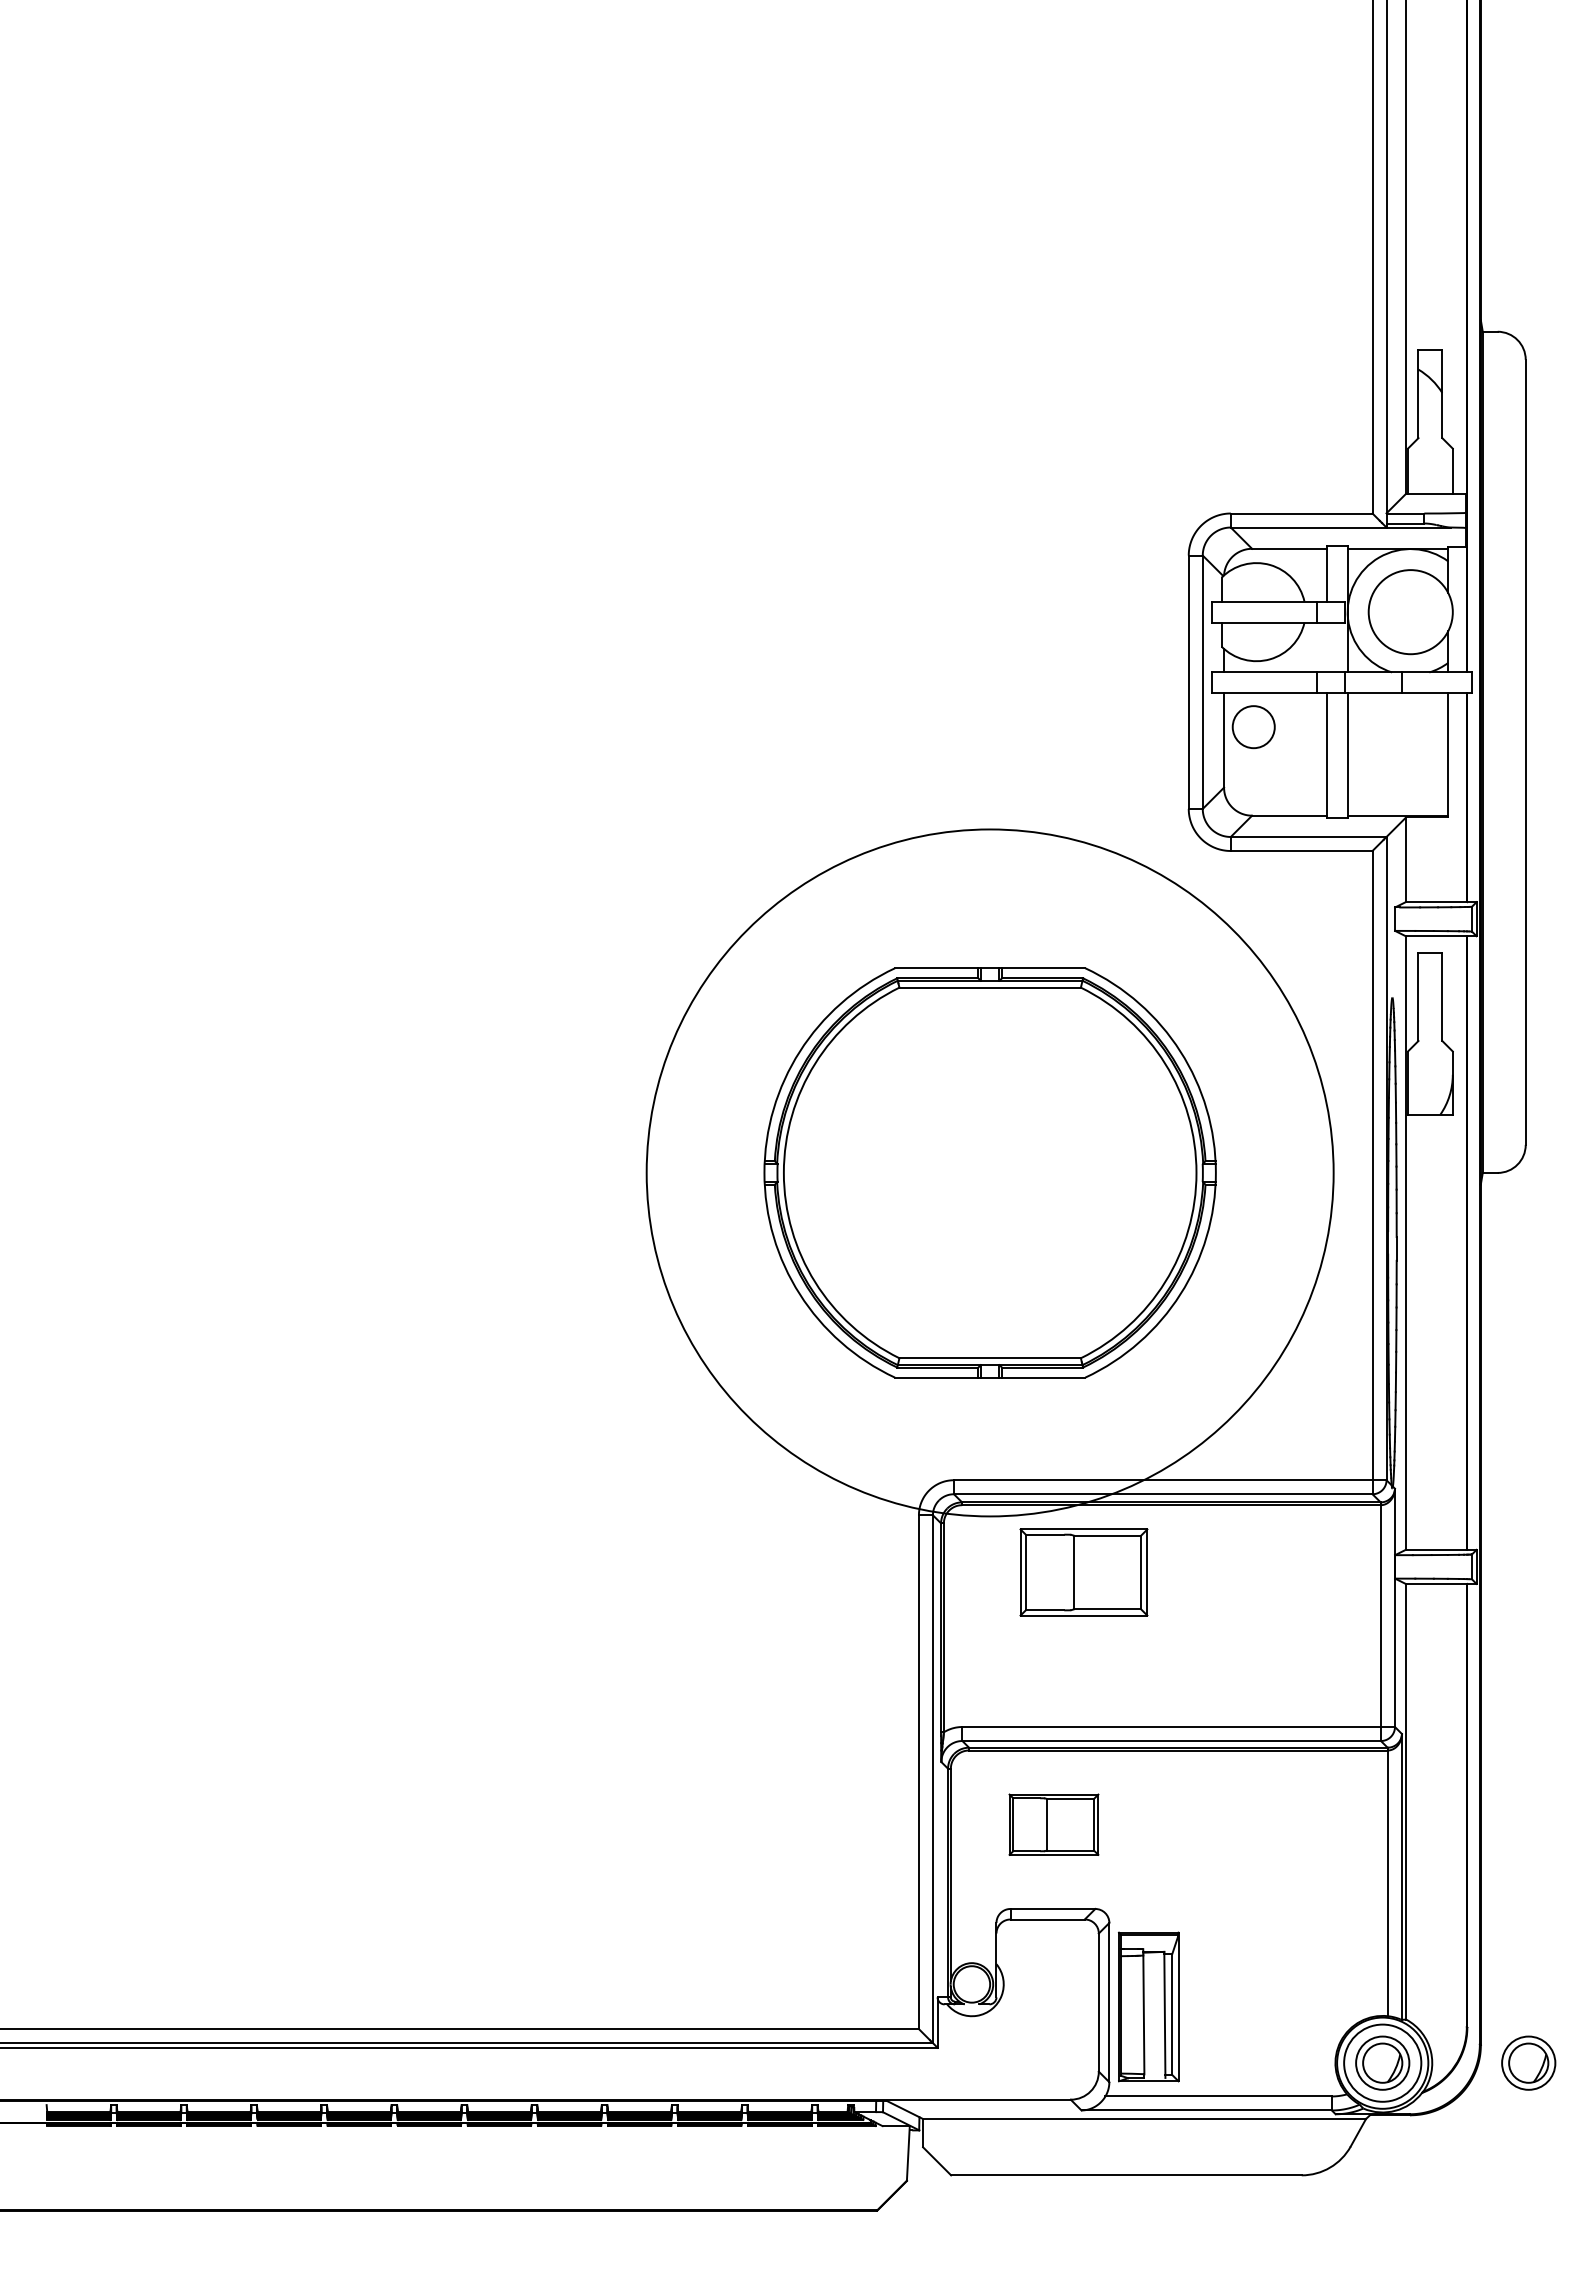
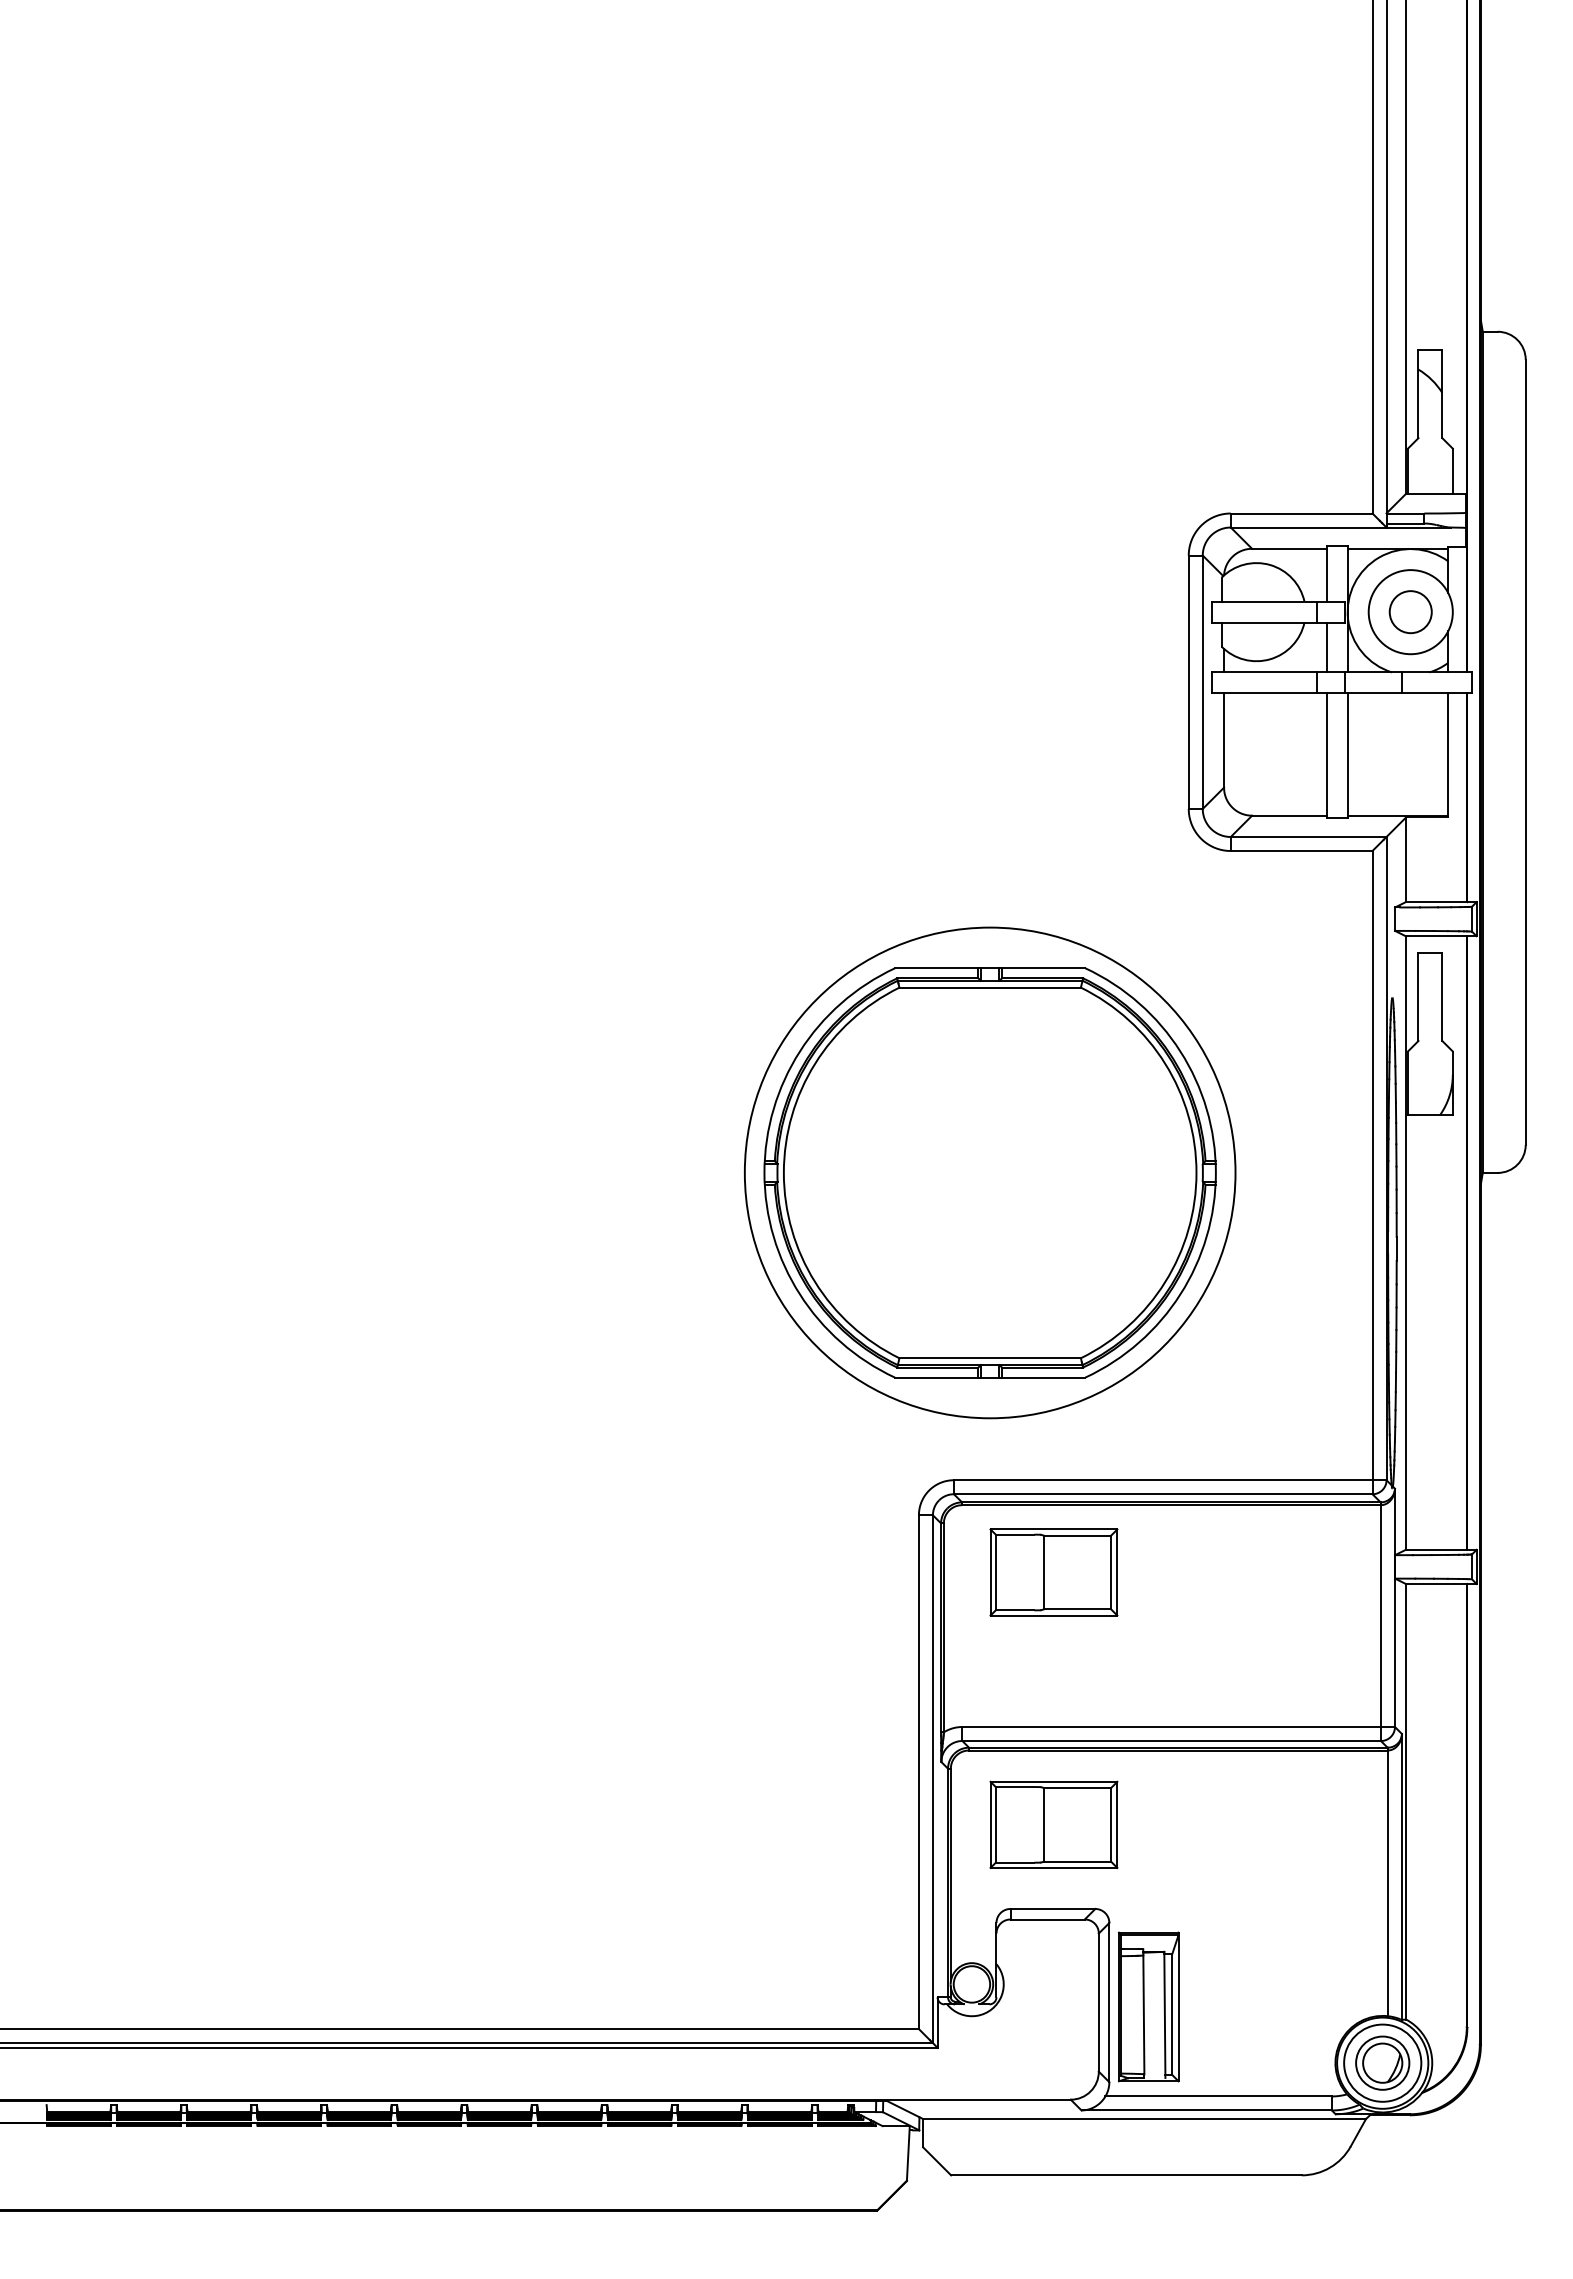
line at (1326, 647): none -> present
circle at (1253, 727) position: (1253, 727) -> (1410, 612)
circle at (989, 1172) diameter: 687 px -> 491 px
part at (1083, 1572) position: (1083, 1572) -> (1053, 1572)
part at (1053, 1824) size: 92x63 px -> 130x89 px
part at (1528, 2062): present -> none
